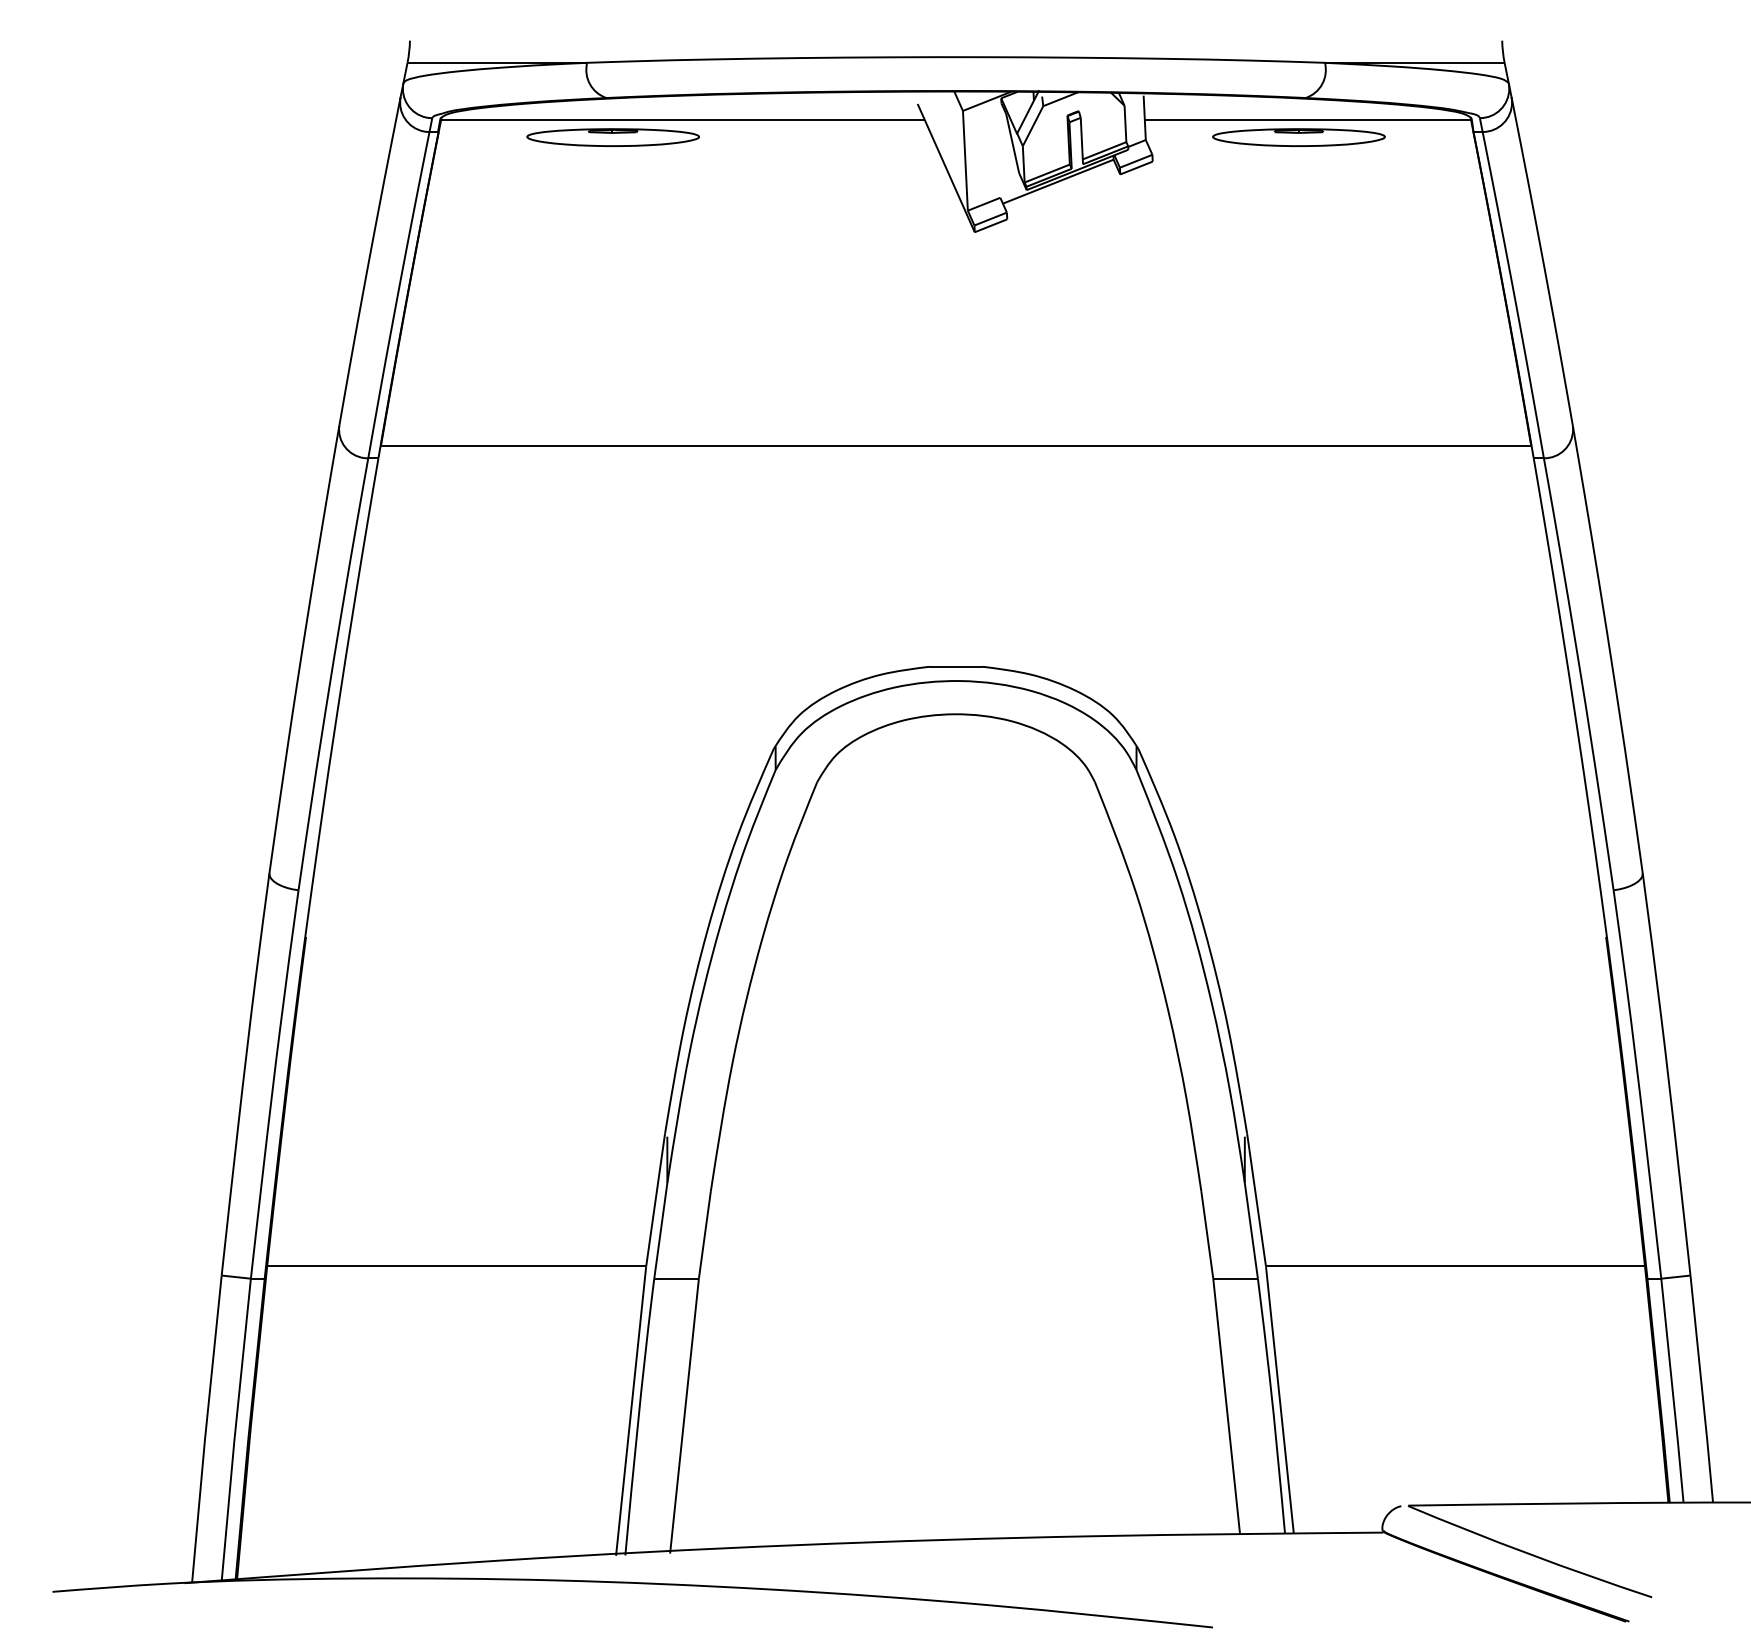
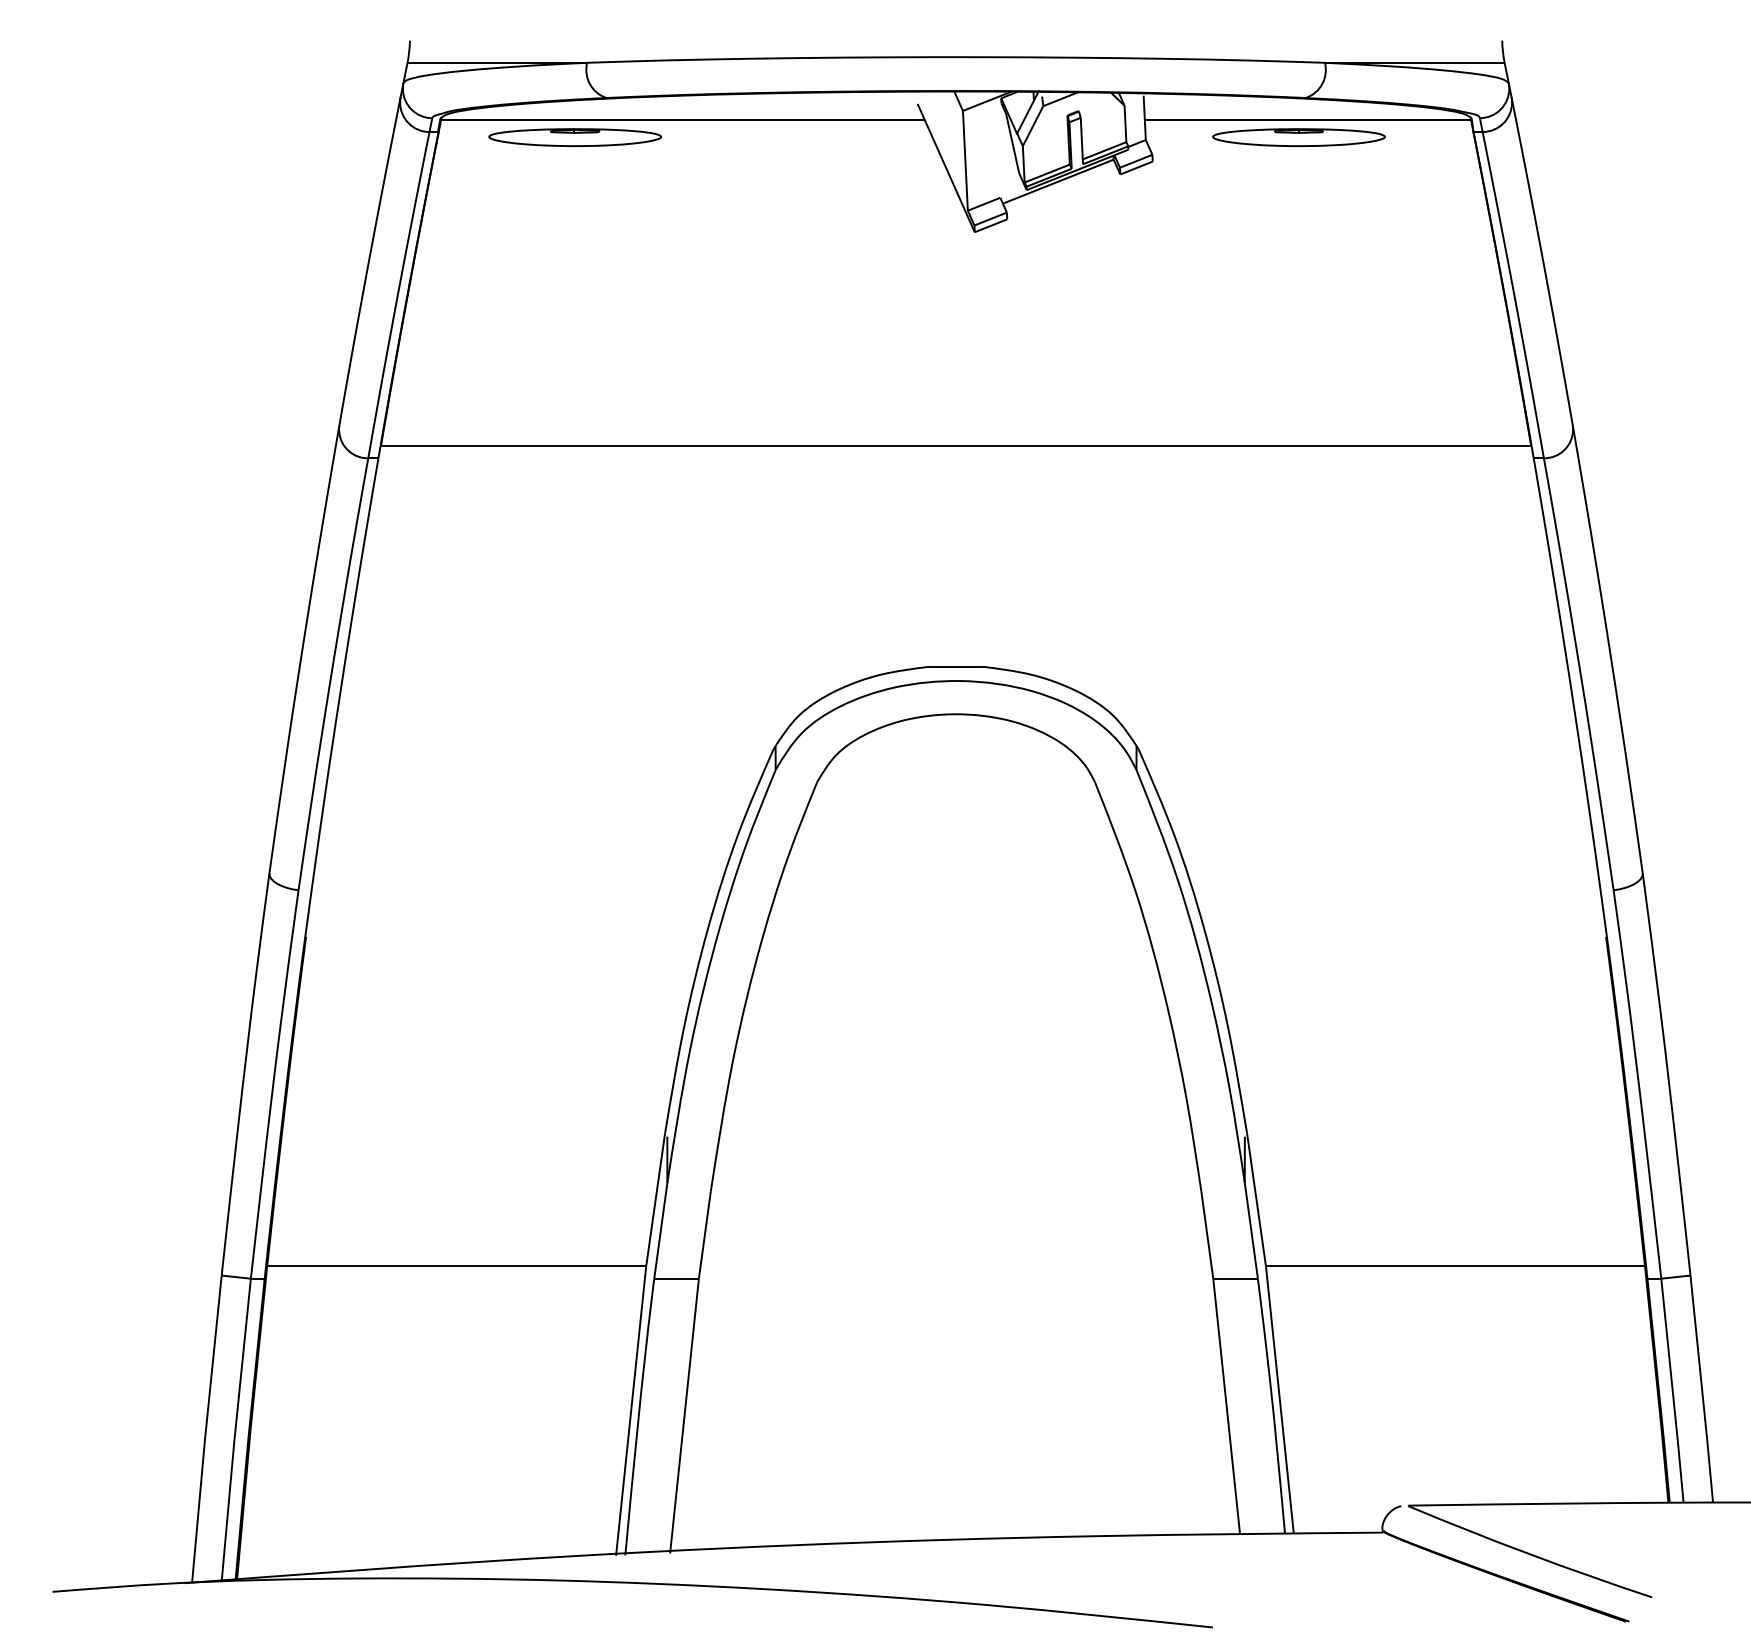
part at (612, 137) position: (612, 137) -> (574, 137)
